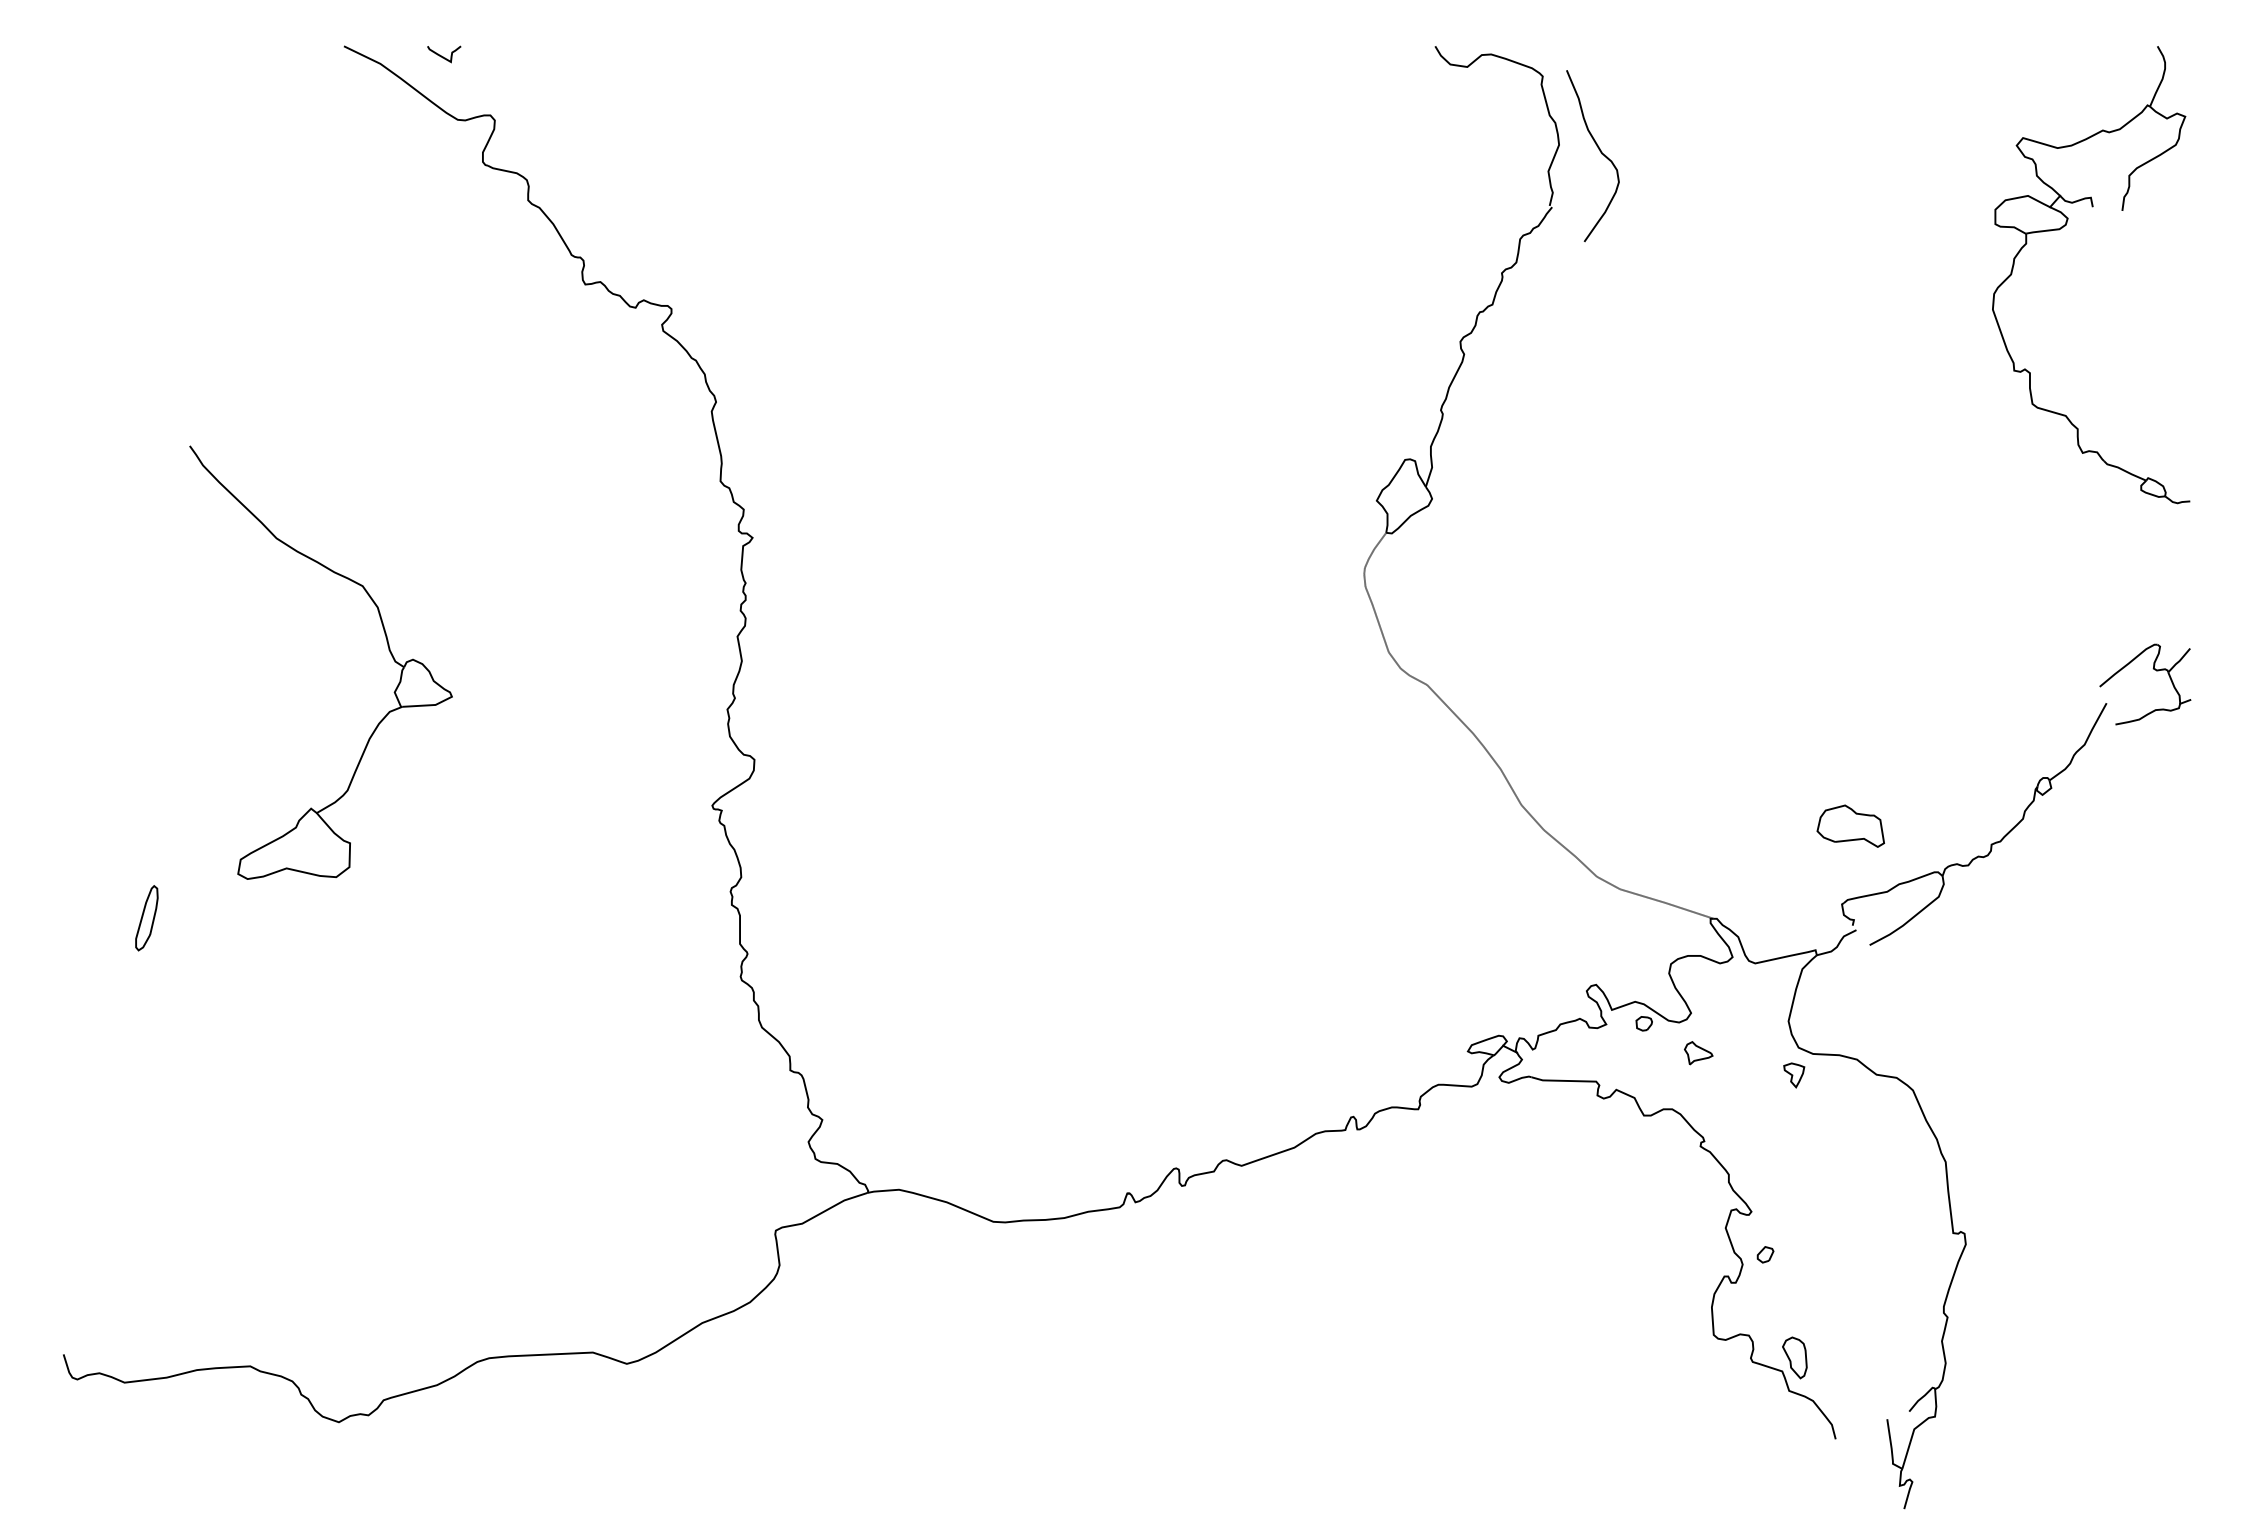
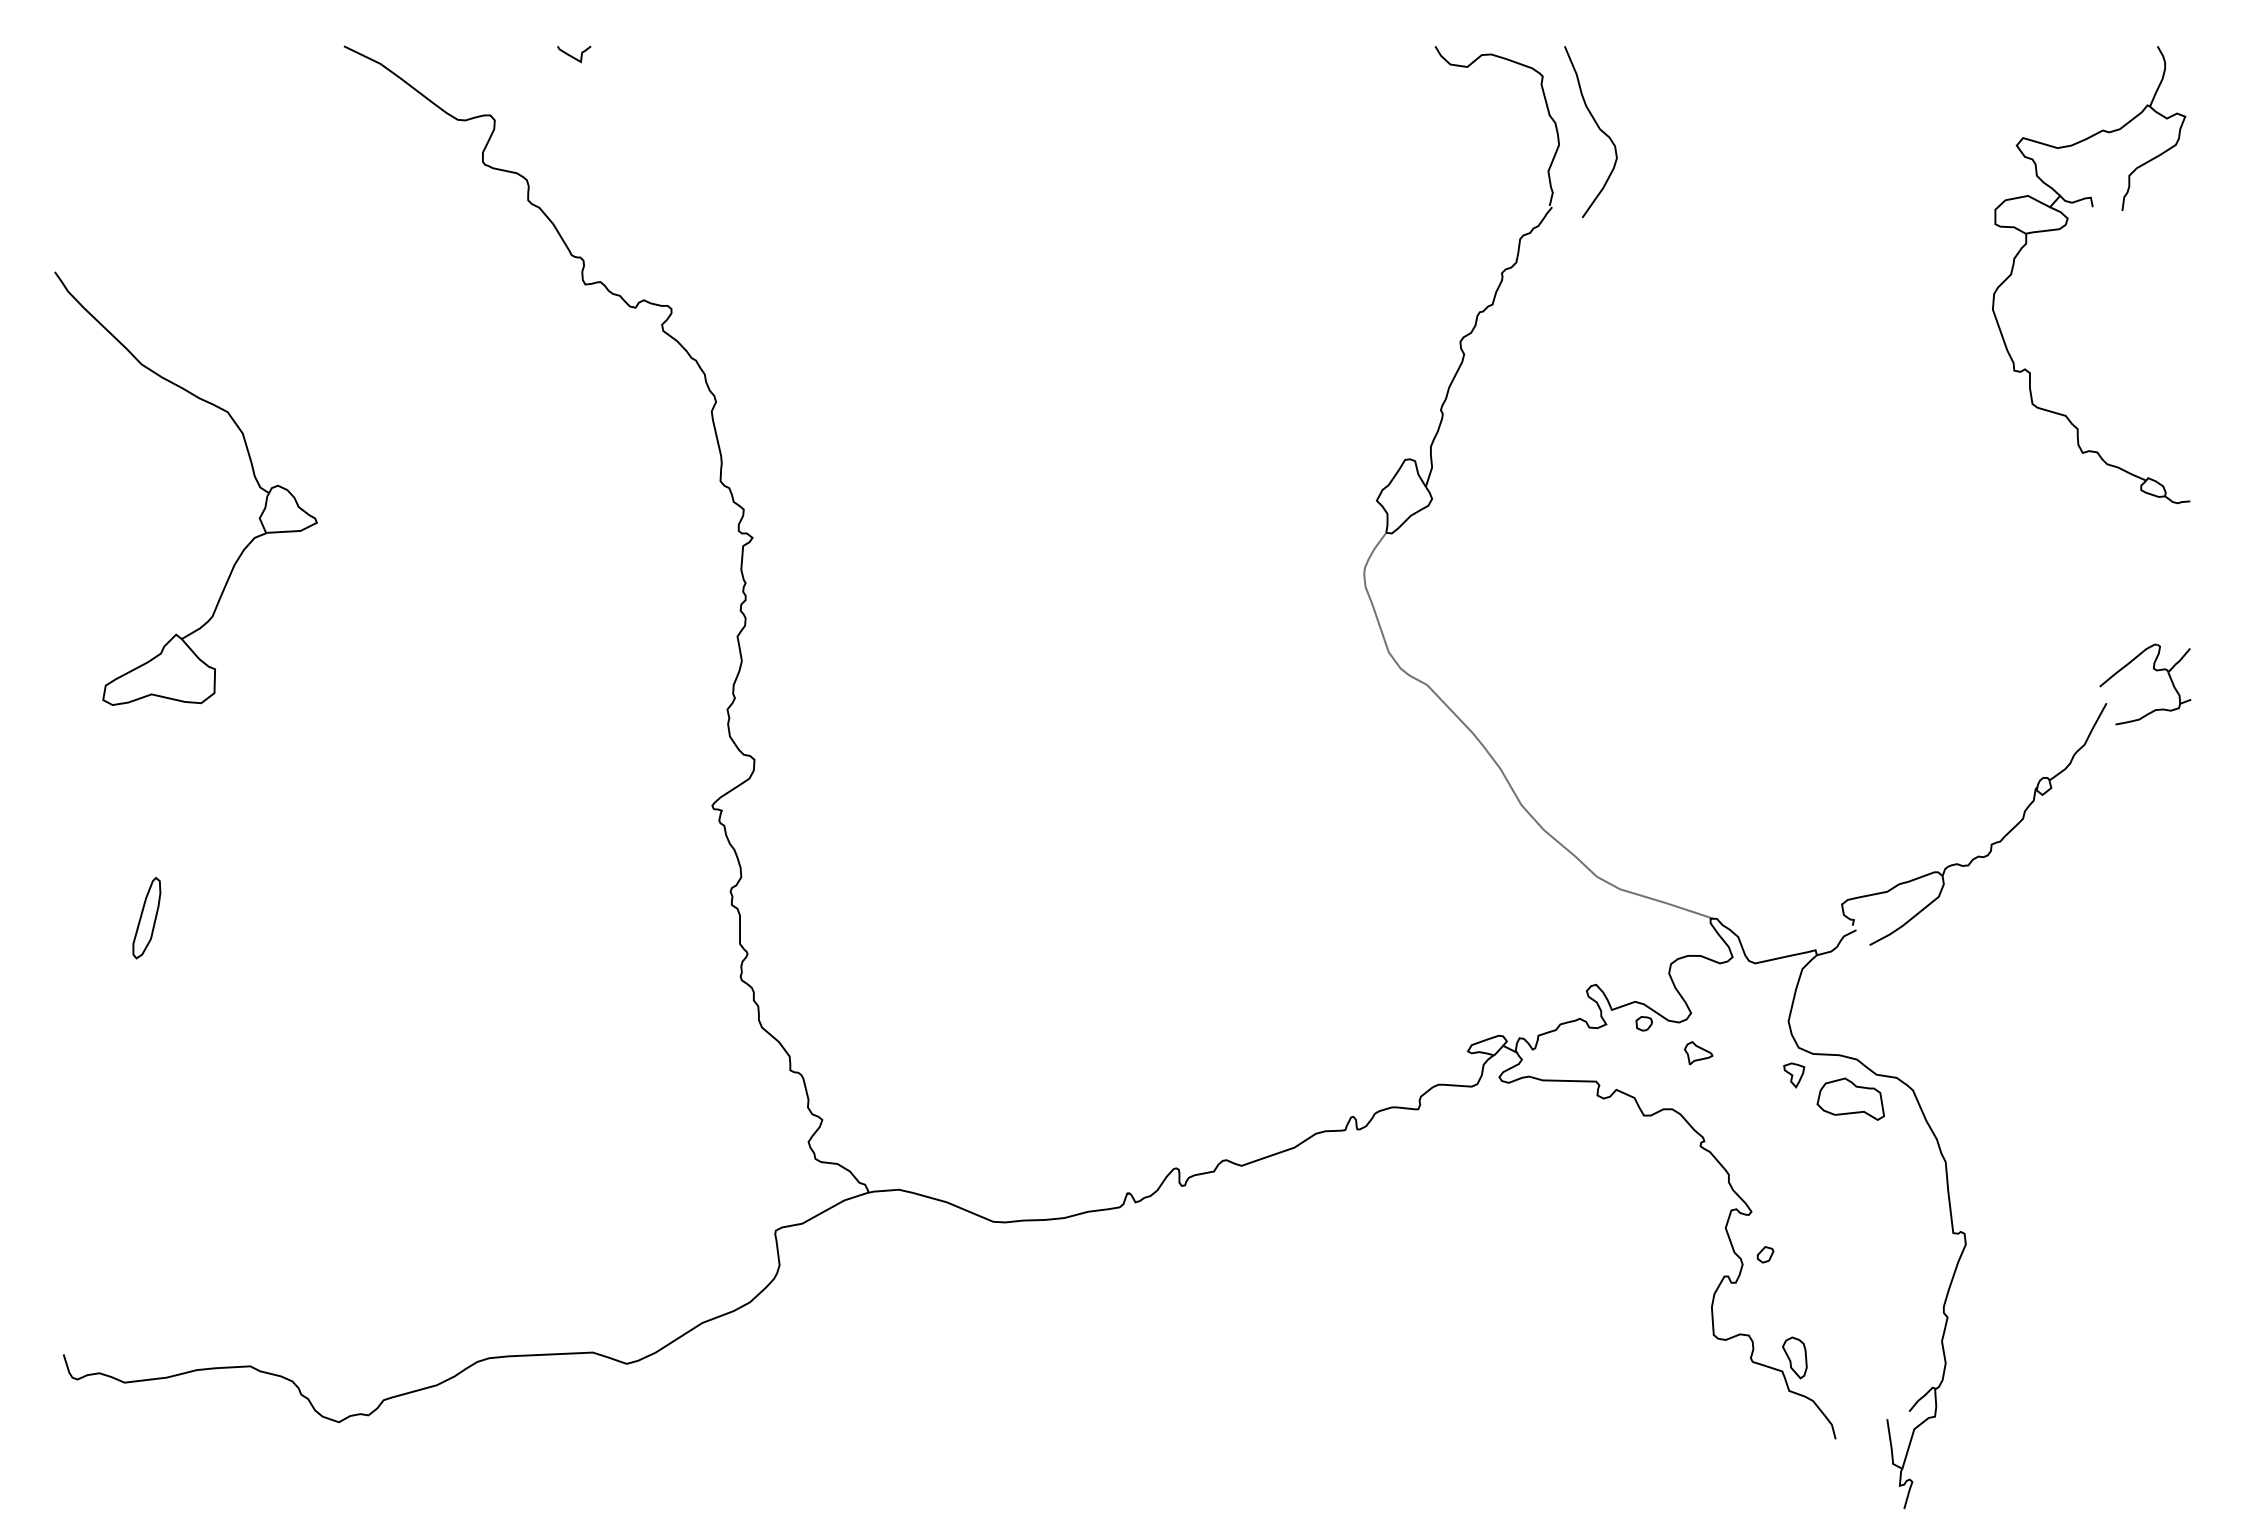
curve at (443, 56) position: (443, 56) -> (573, 56)
curve at (1599, 151) position: (1599, 151) -> (1597, 127)
part at (387, 646) position: (387, 646) -> (252, 472)
part at (1850, 825) position: (1850, 825) -> (1850, 1098)
part at (146, 918) size: 24x67 px -> 30x83 px
